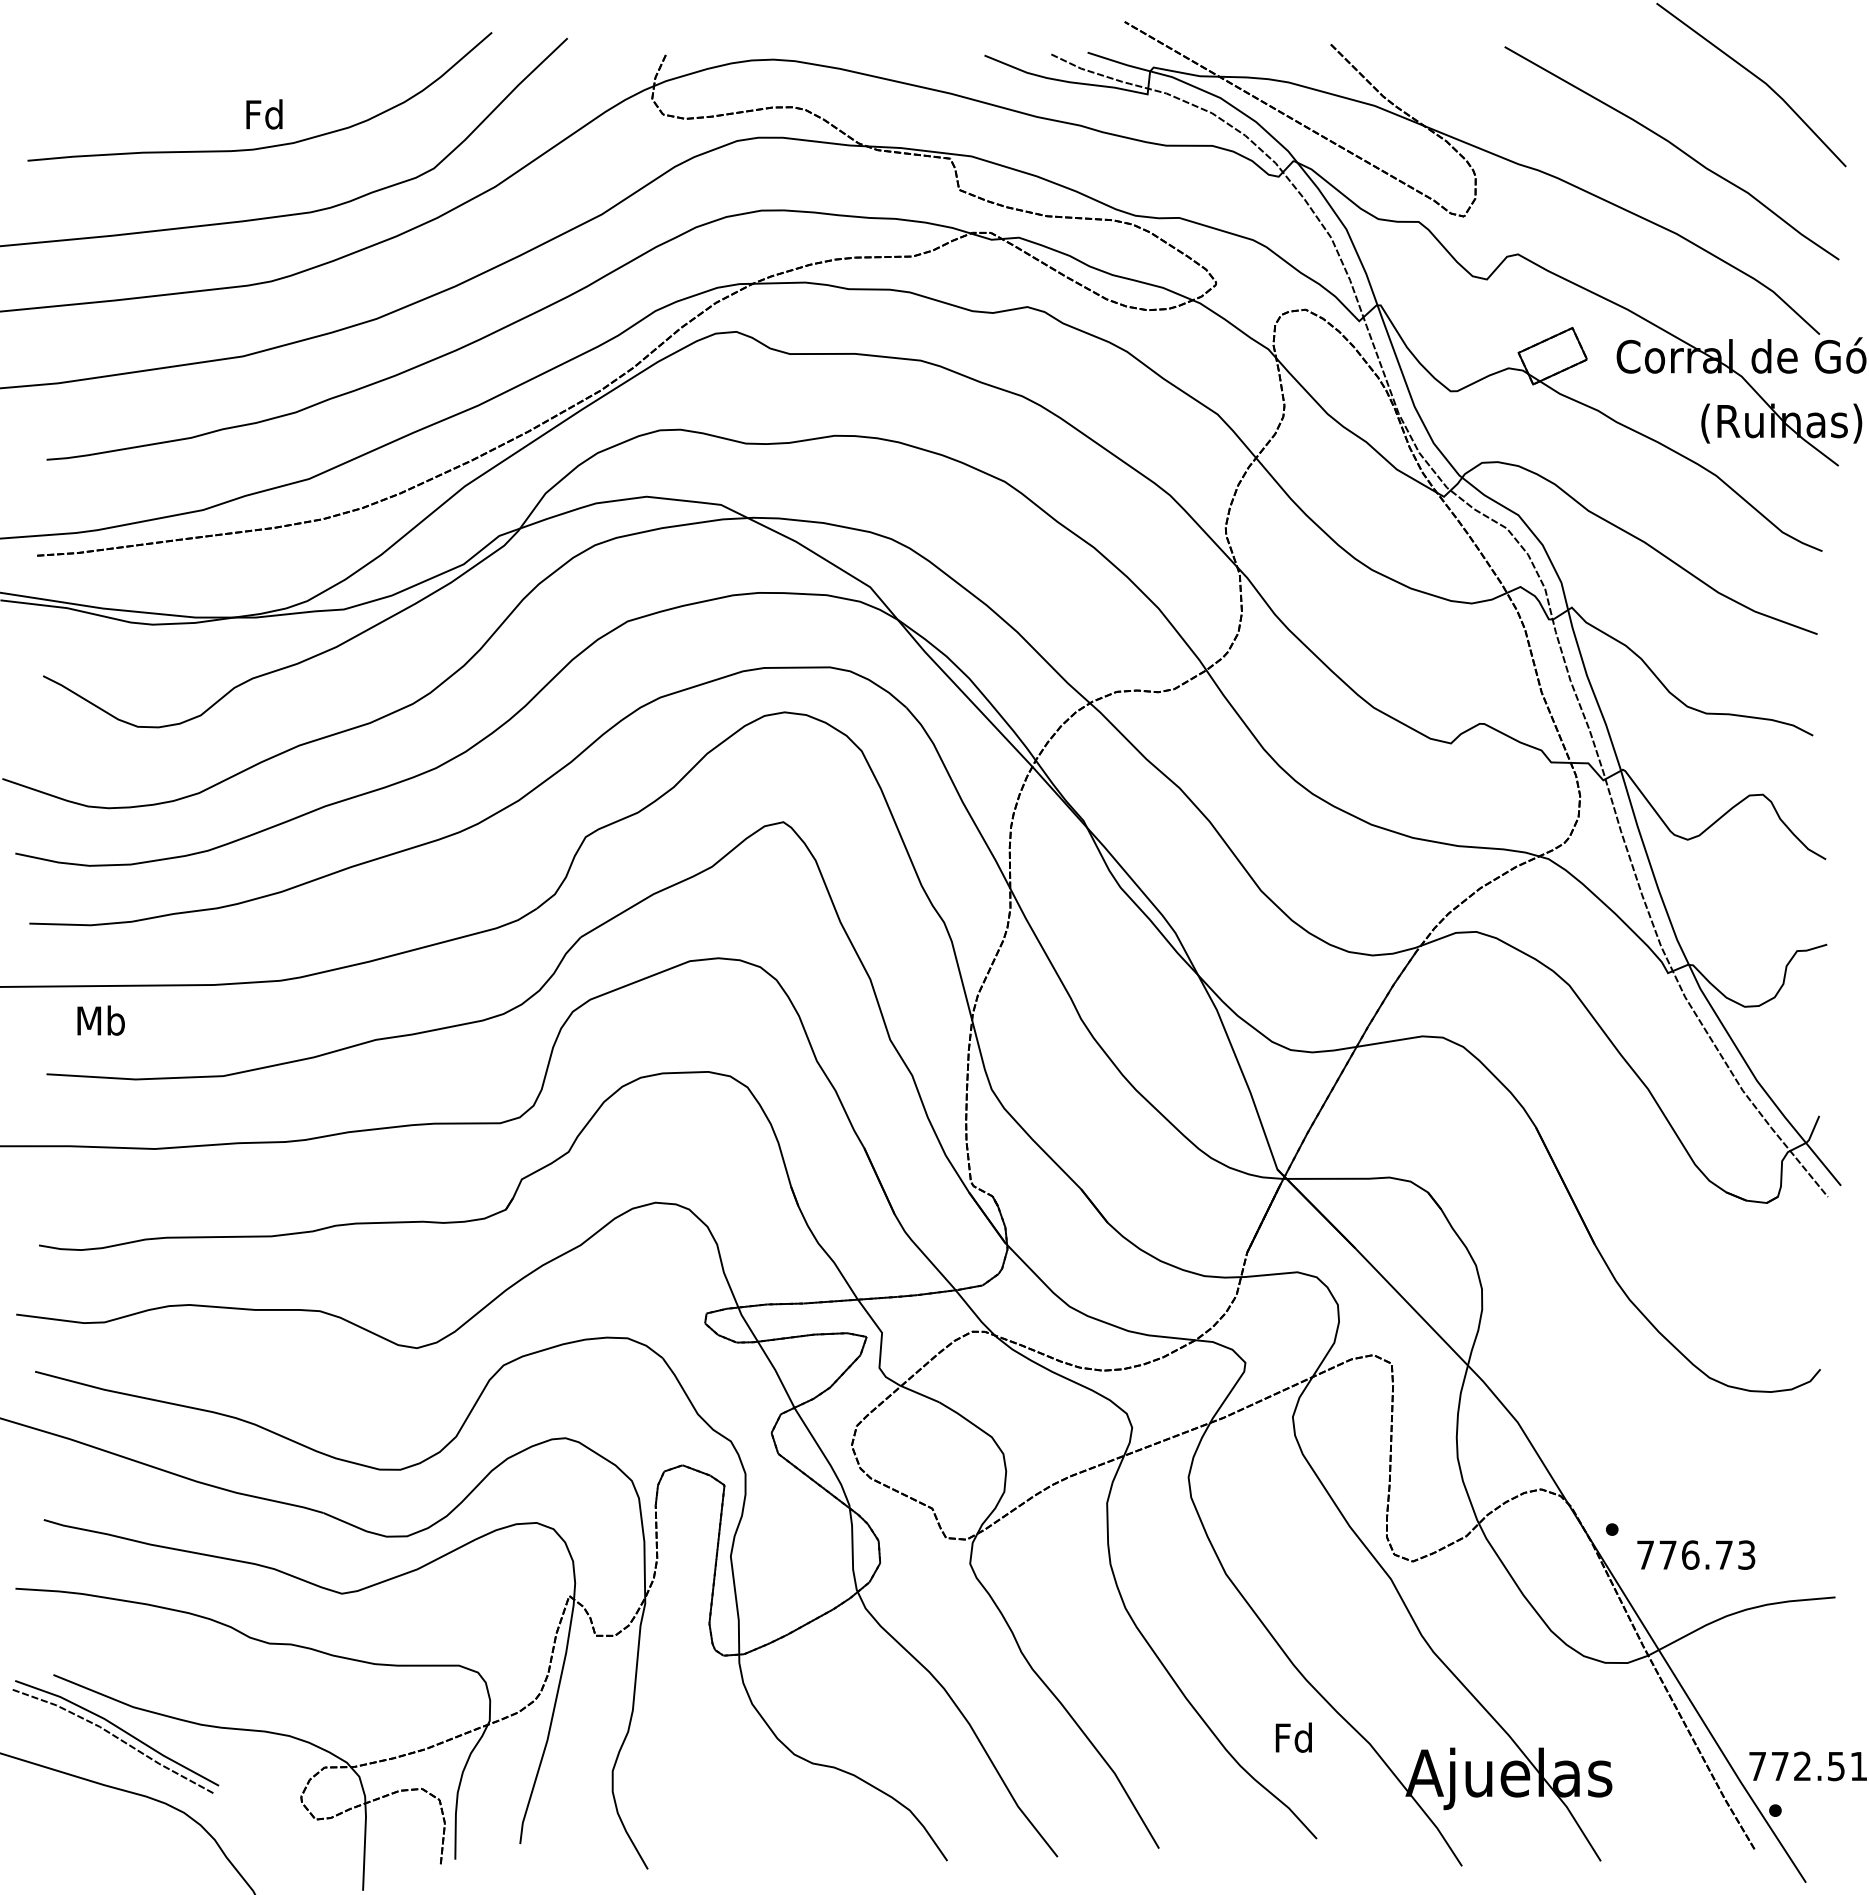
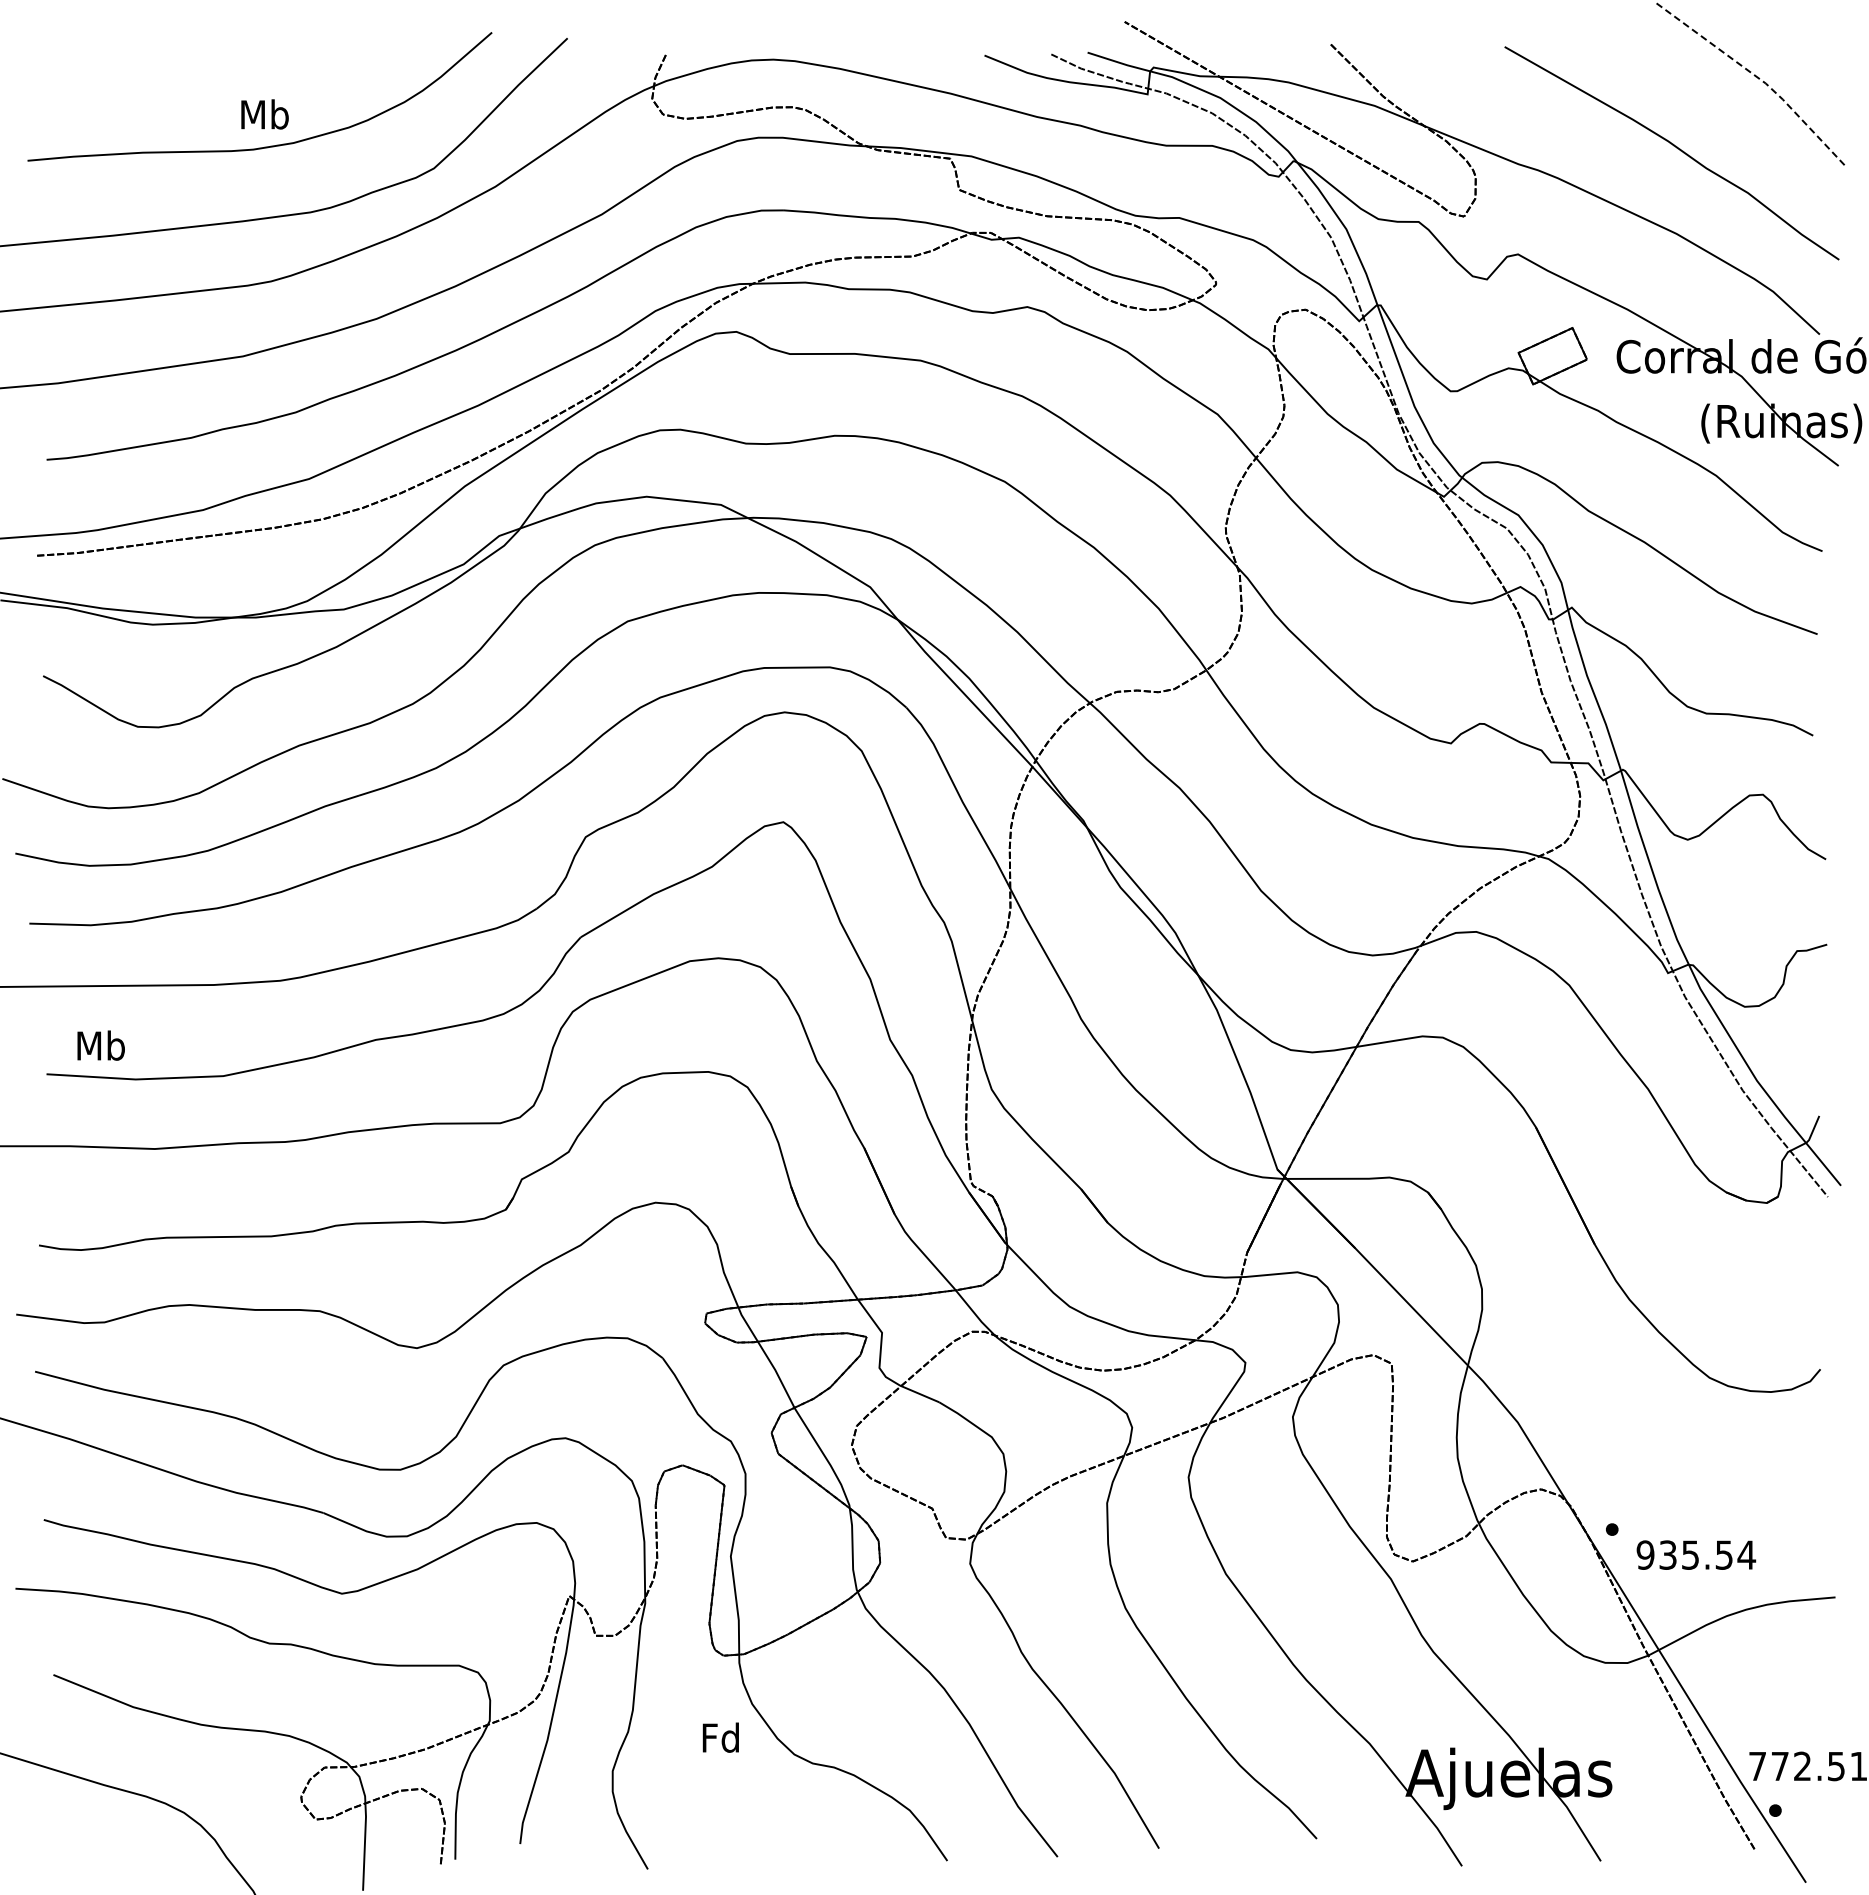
line at (1759, 78): solid -> dashed
text at (264, 114): Fd -> Mb
text at (100, 1020) position: (100, 1020) -> (100, 1045)
text at (1696, 1554): 776.73 -> 935.54
part at (115, 1736): present -> none
text at (1293, 1737) position: (1293, 1737) -> (720, 1737)
